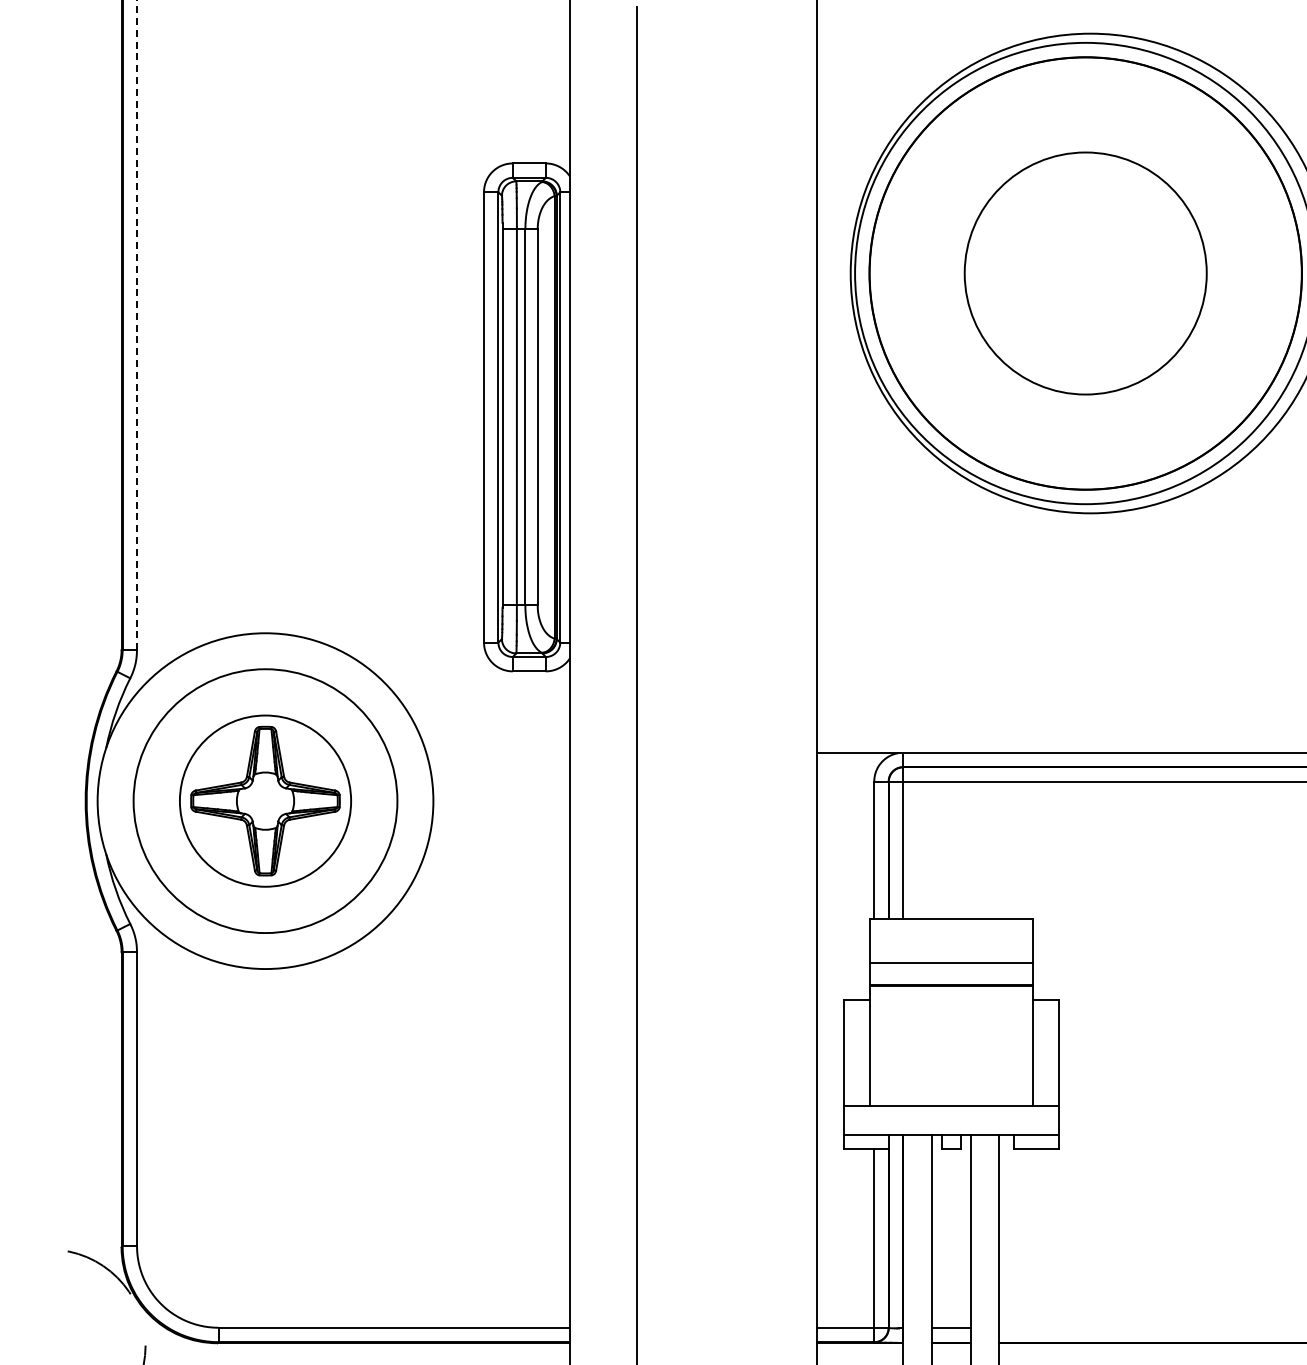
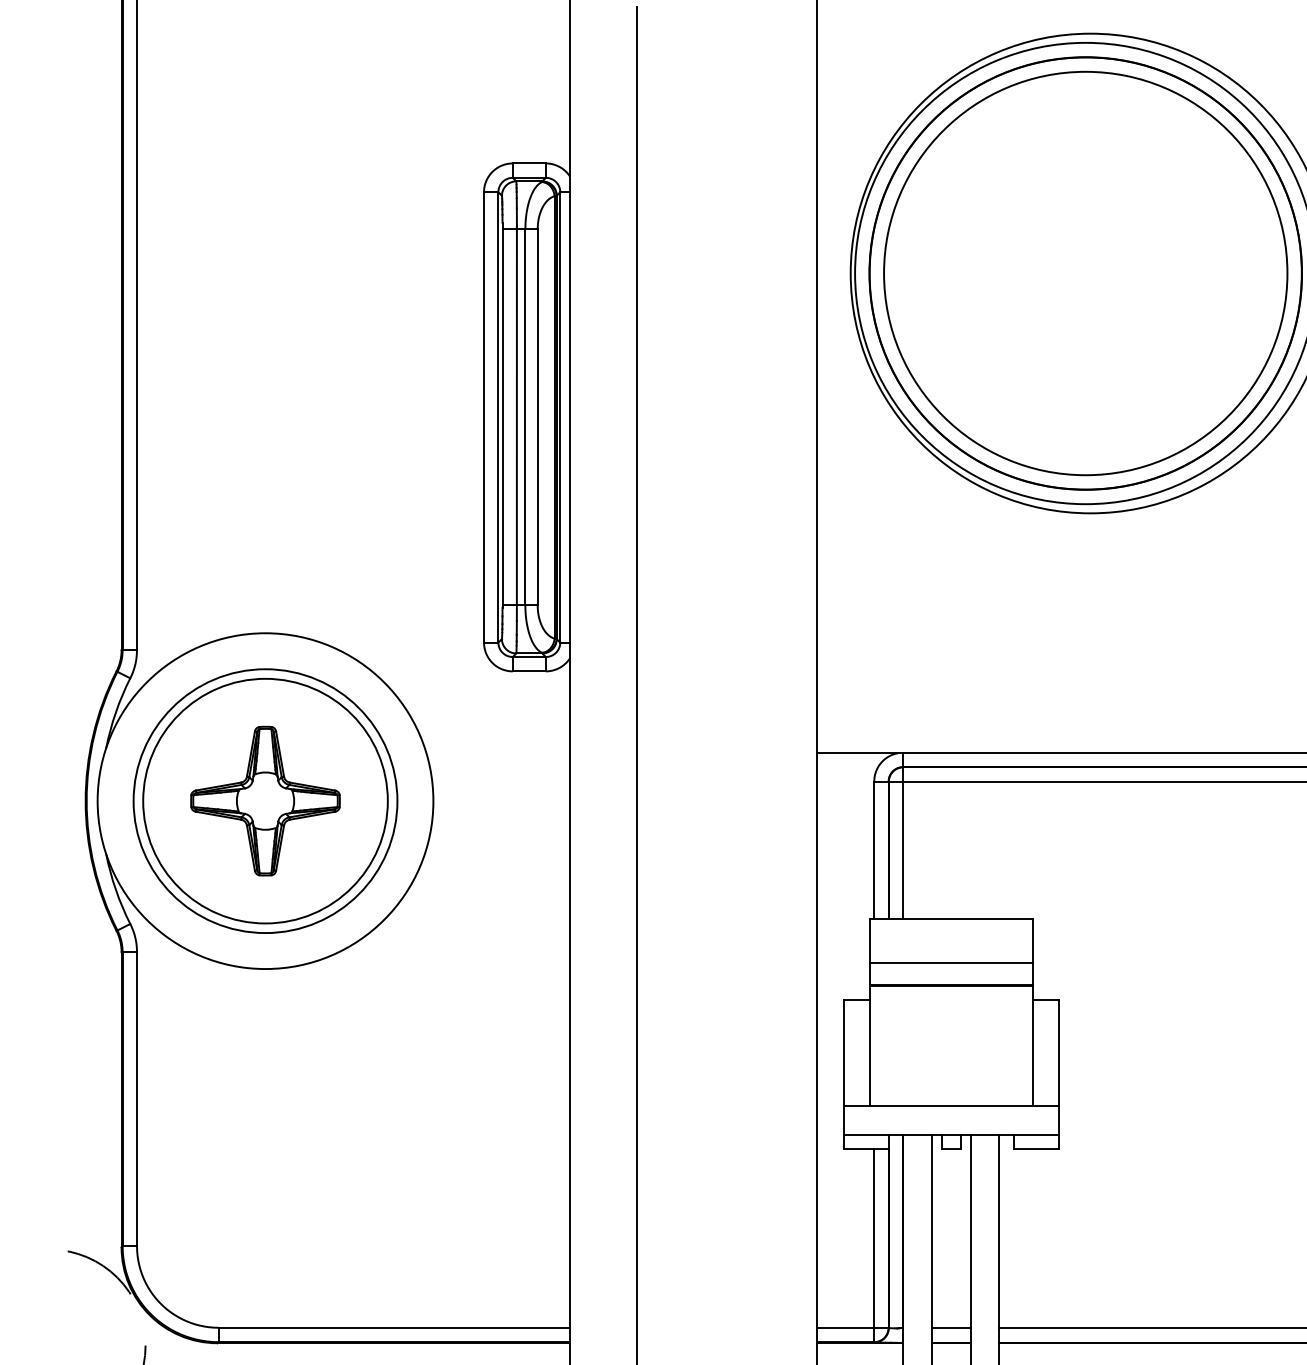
circle at (1085, 273) diameter: 242 px -> 403 px
line at (137, 325): dashed -> solid
circle at (265, 800) diameter: 171 px -> 245 px
line at (1151, 1328): none -> present
